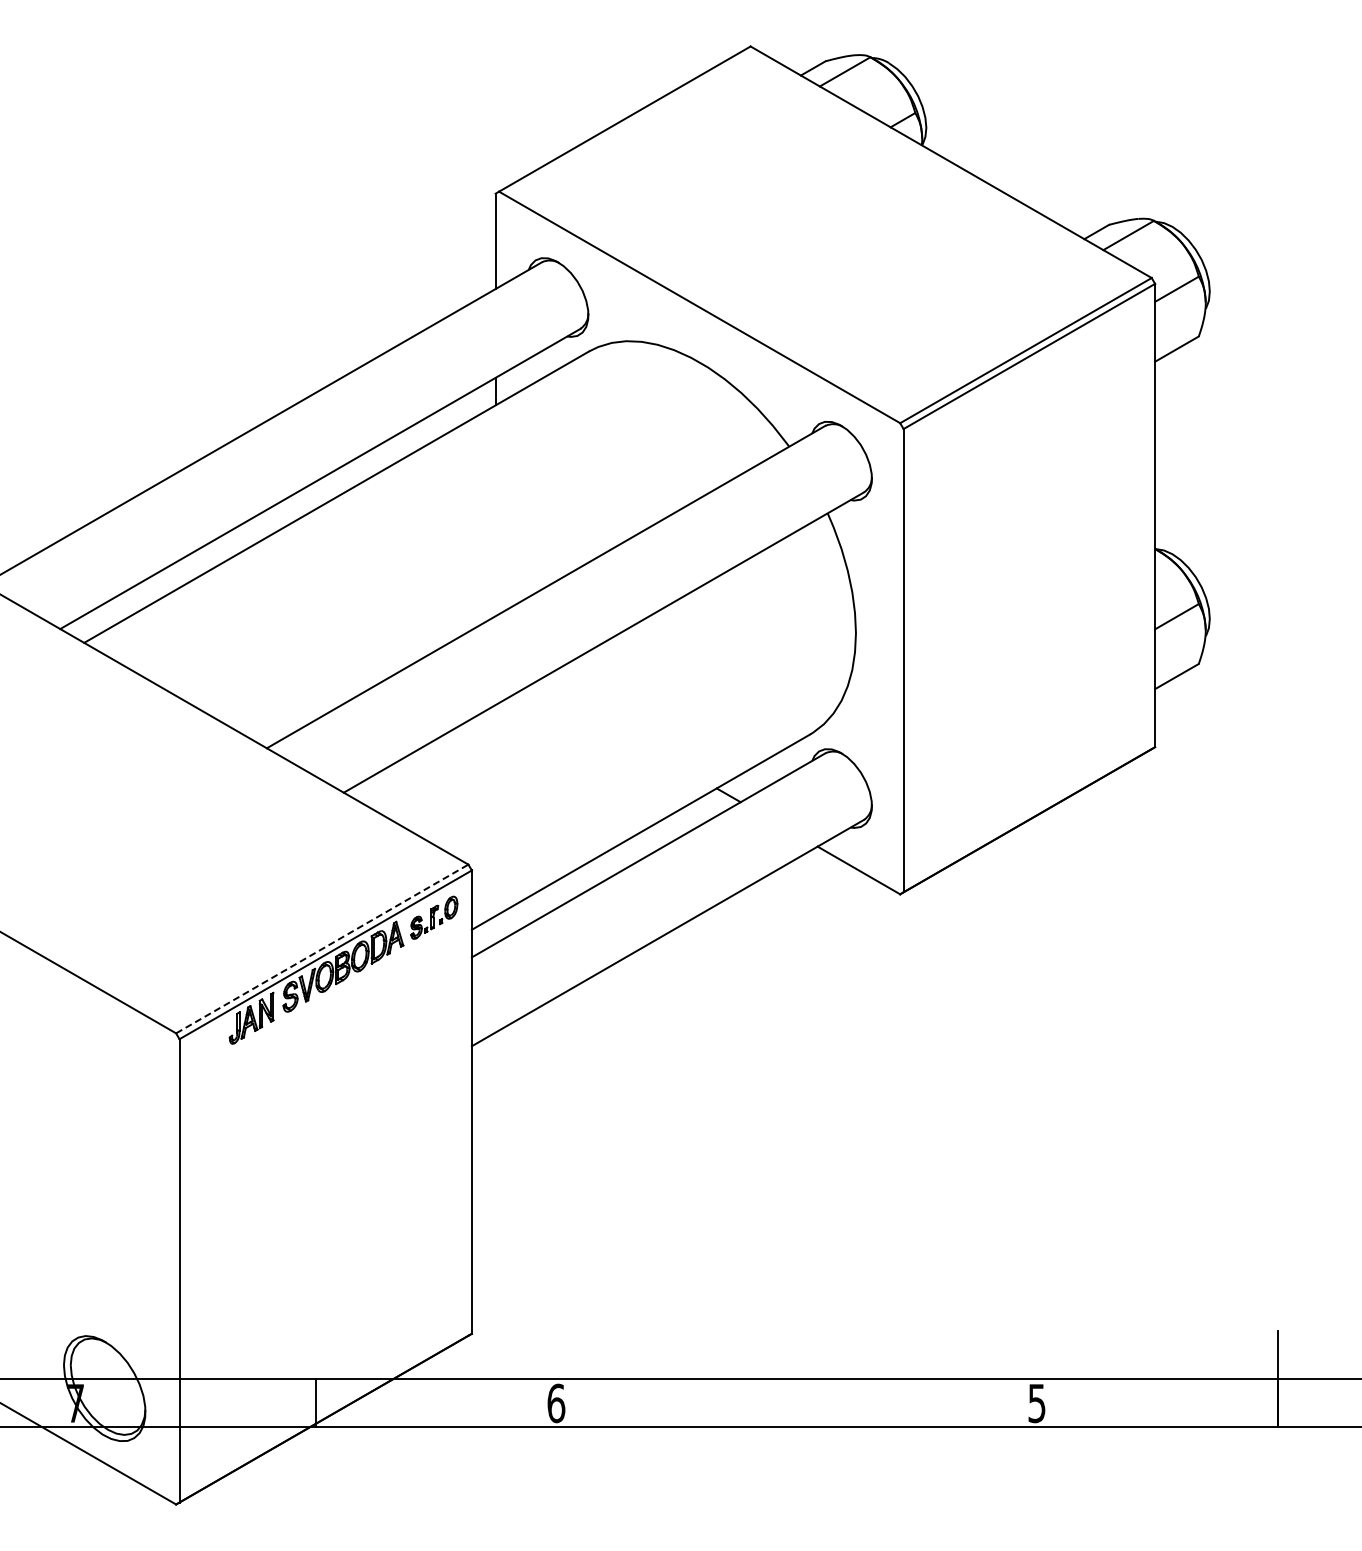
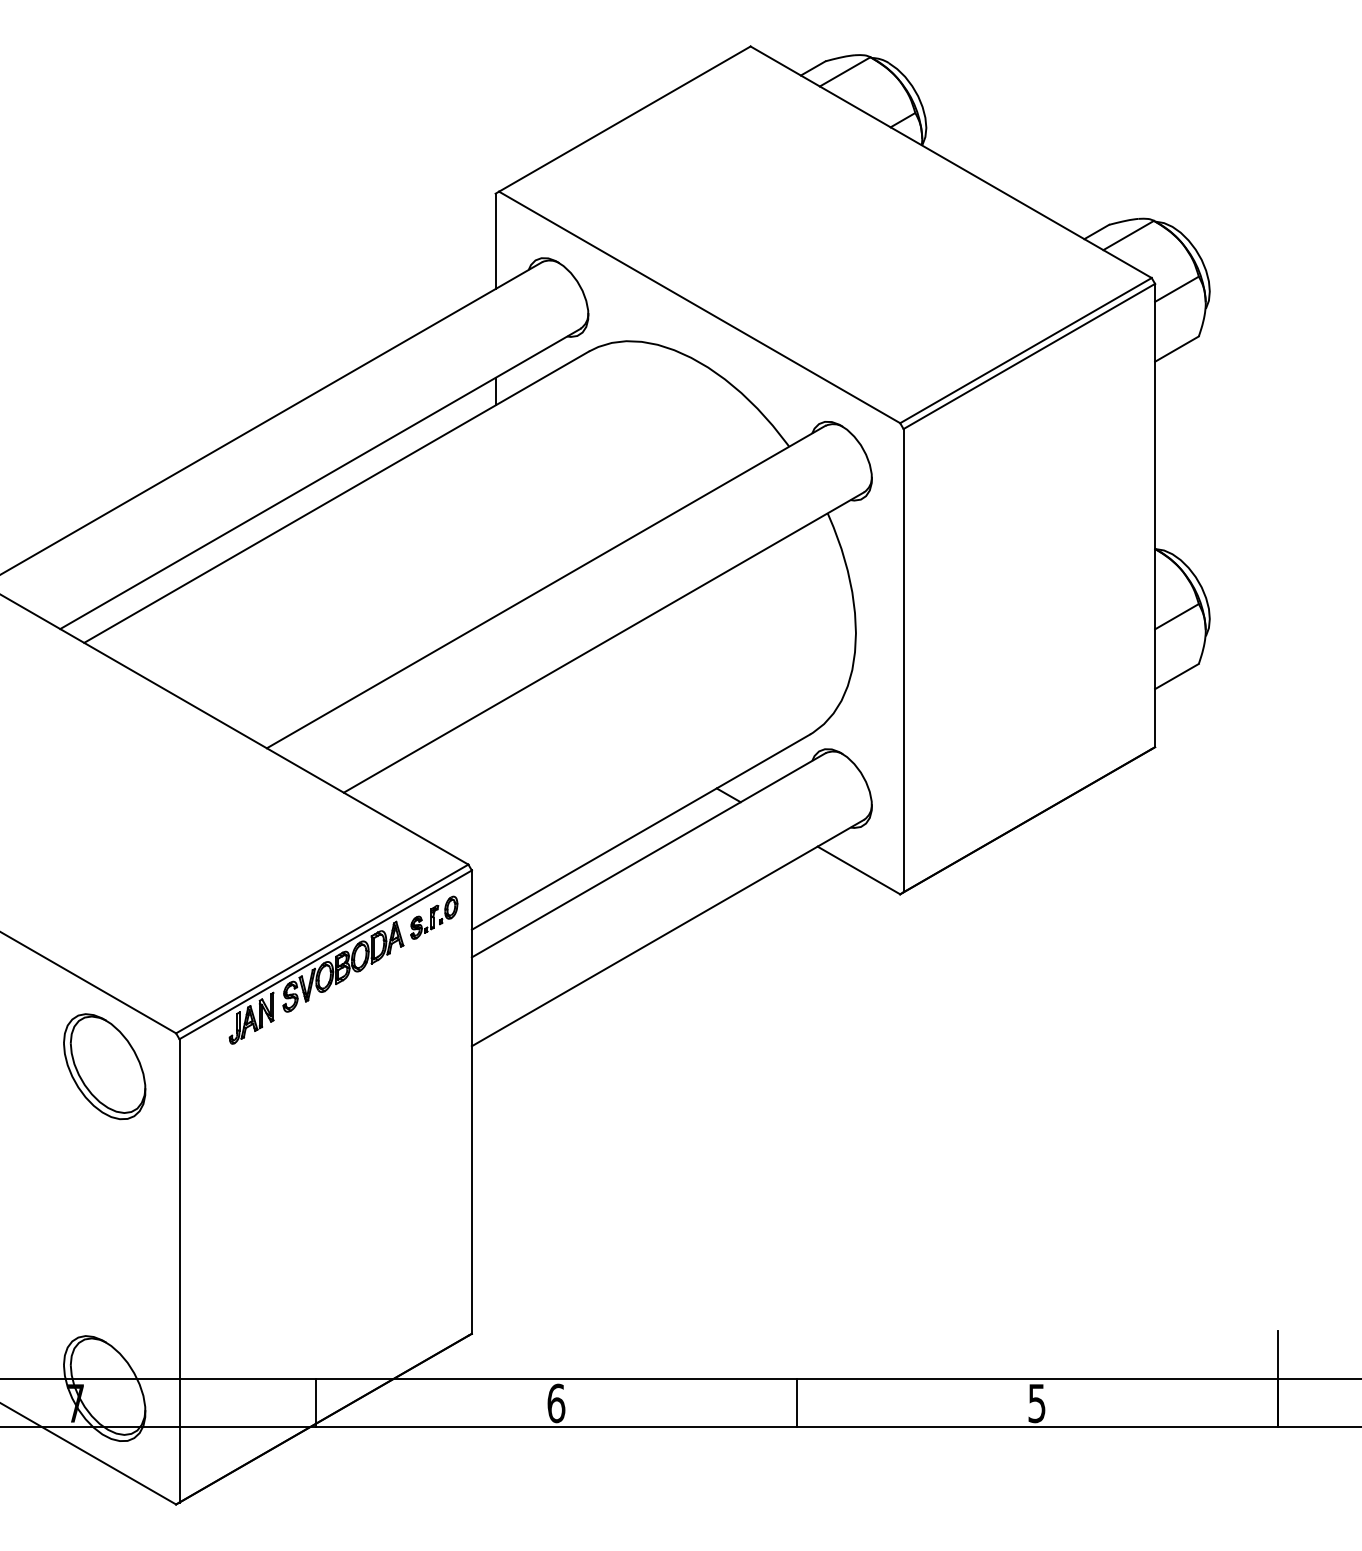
line at (322, 948): dashed -> solid
part at (104, 1066): none -> present
line at (797, 1403): none -> present
